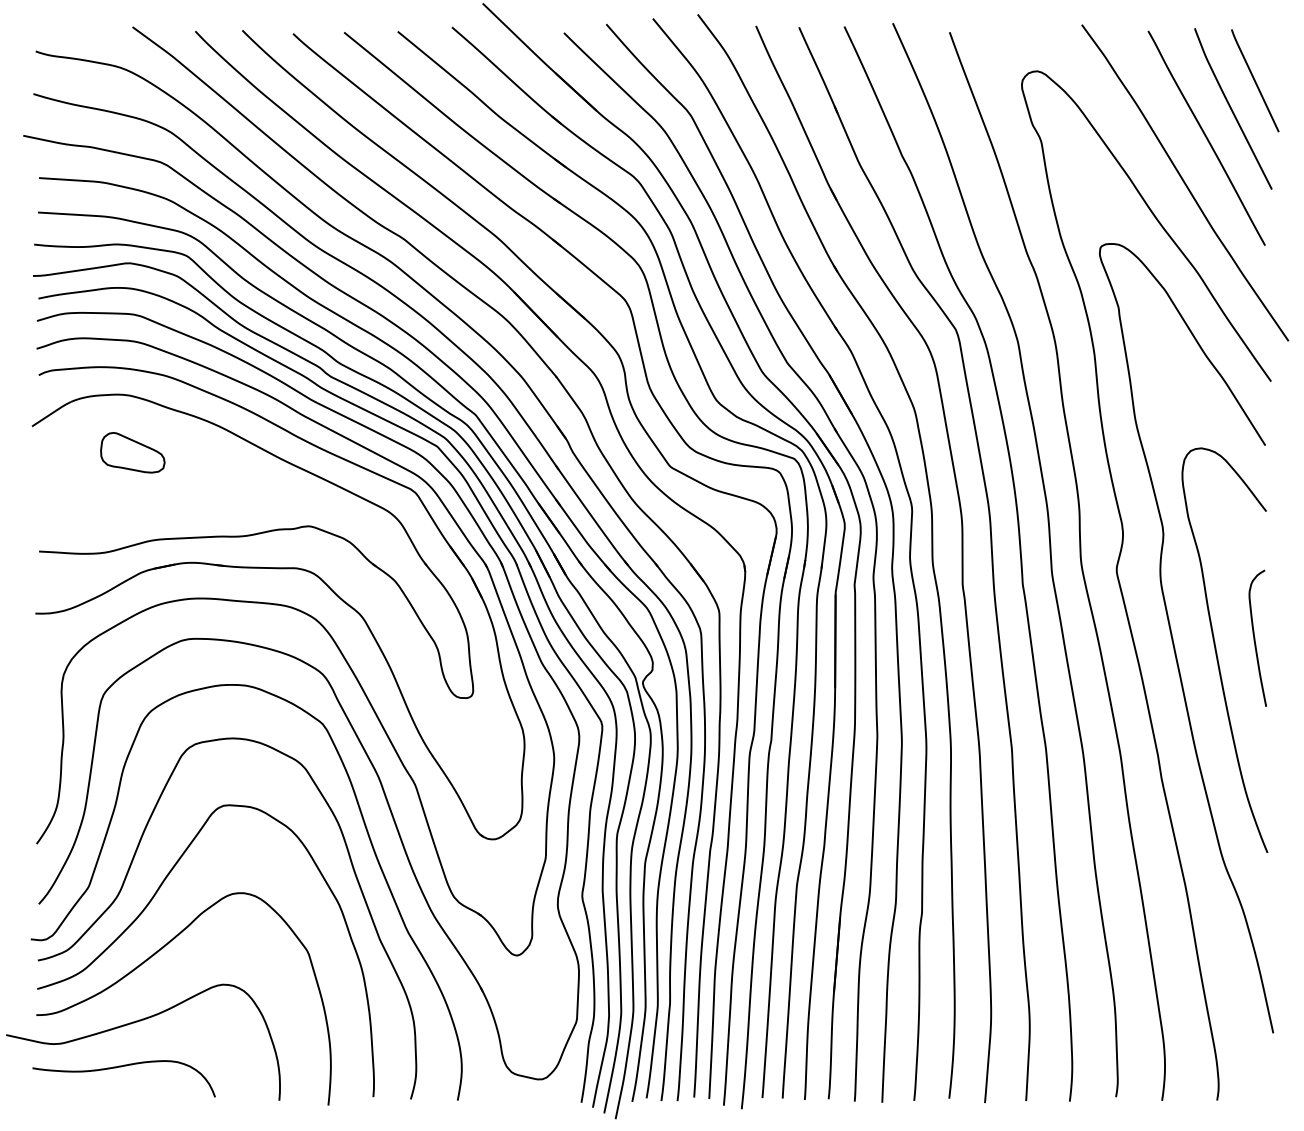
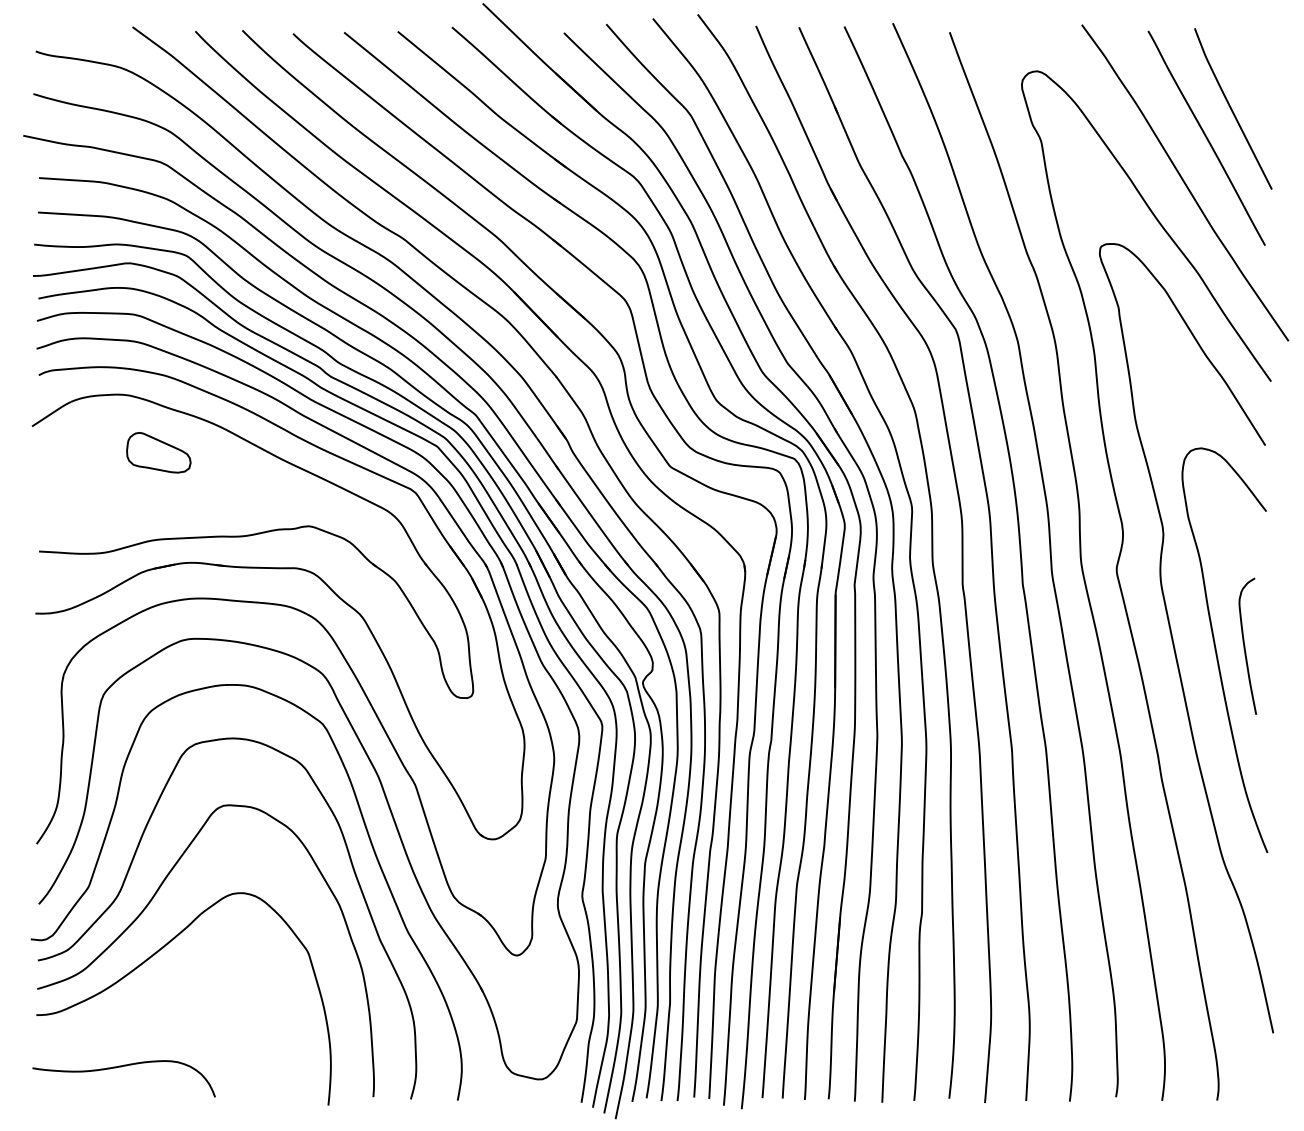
line at (1255, 80): present -> none
part at (132, 452) position: (132, 452) -> (158, 452)
curve at (1255, 637) position: (1255, 637) -> (1245, 645)
curve at (137, 1022): present -> none
